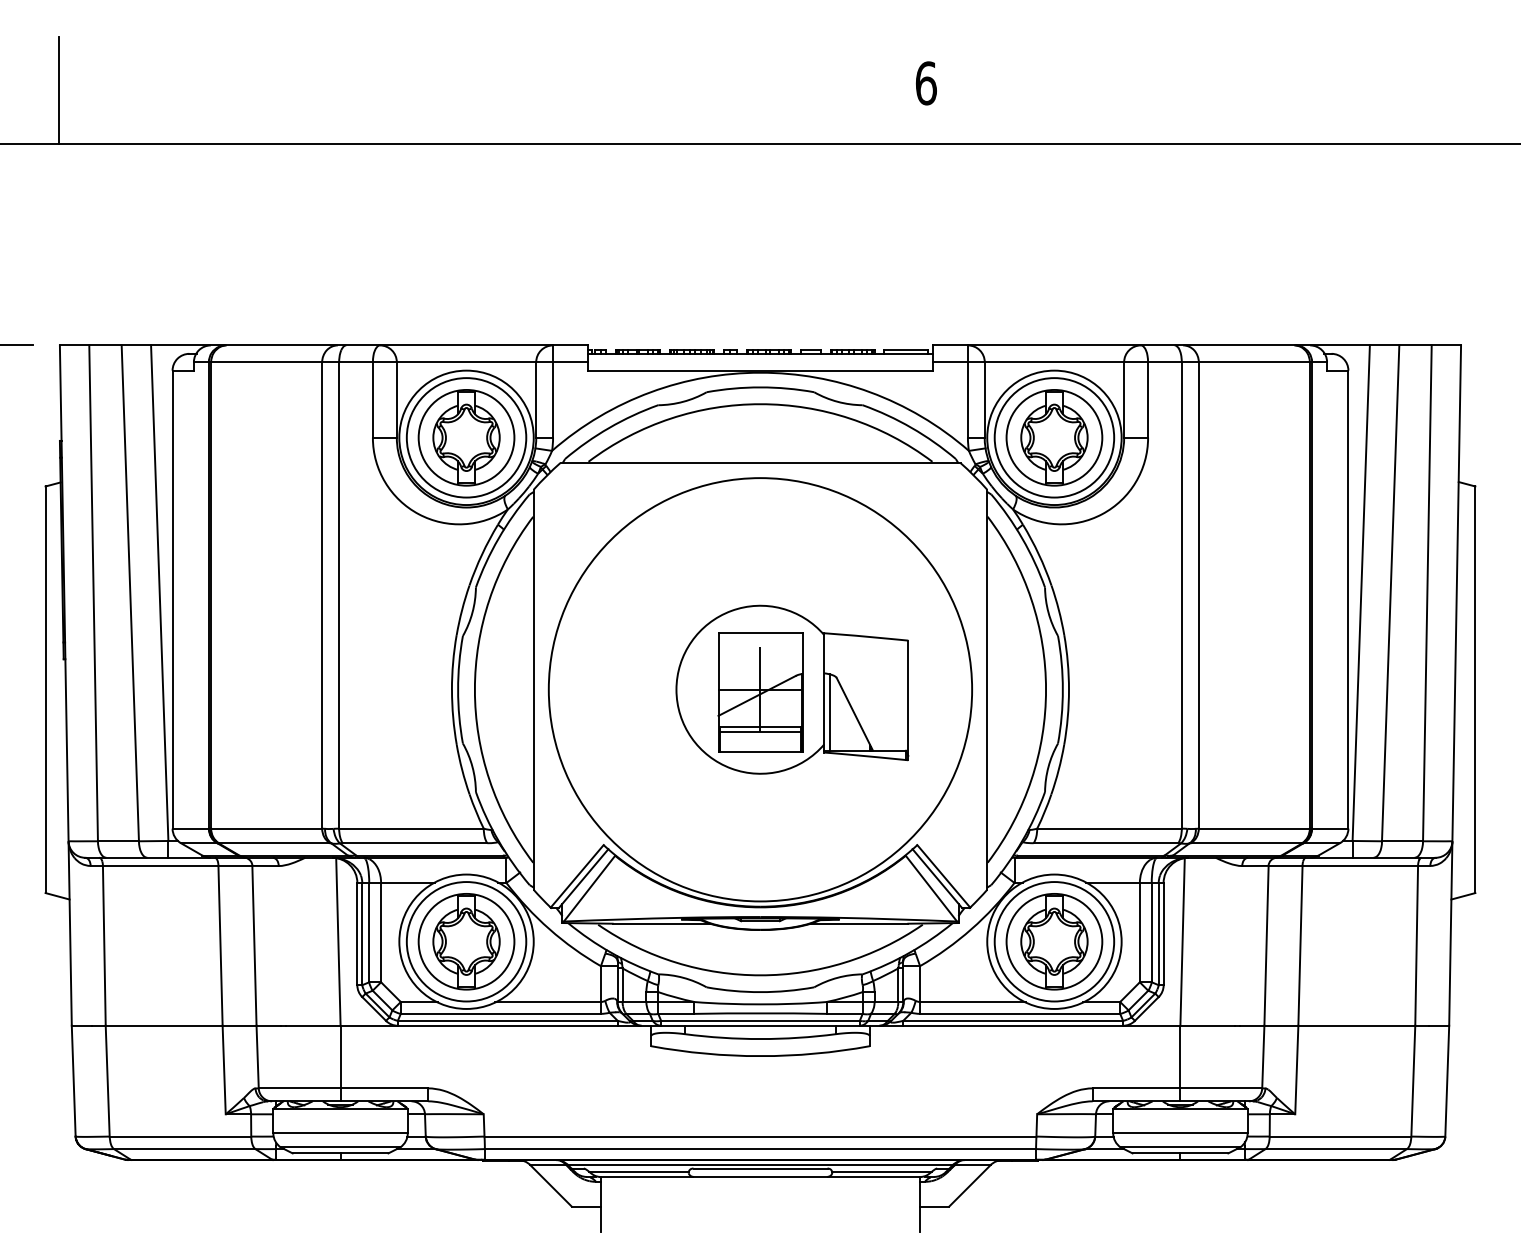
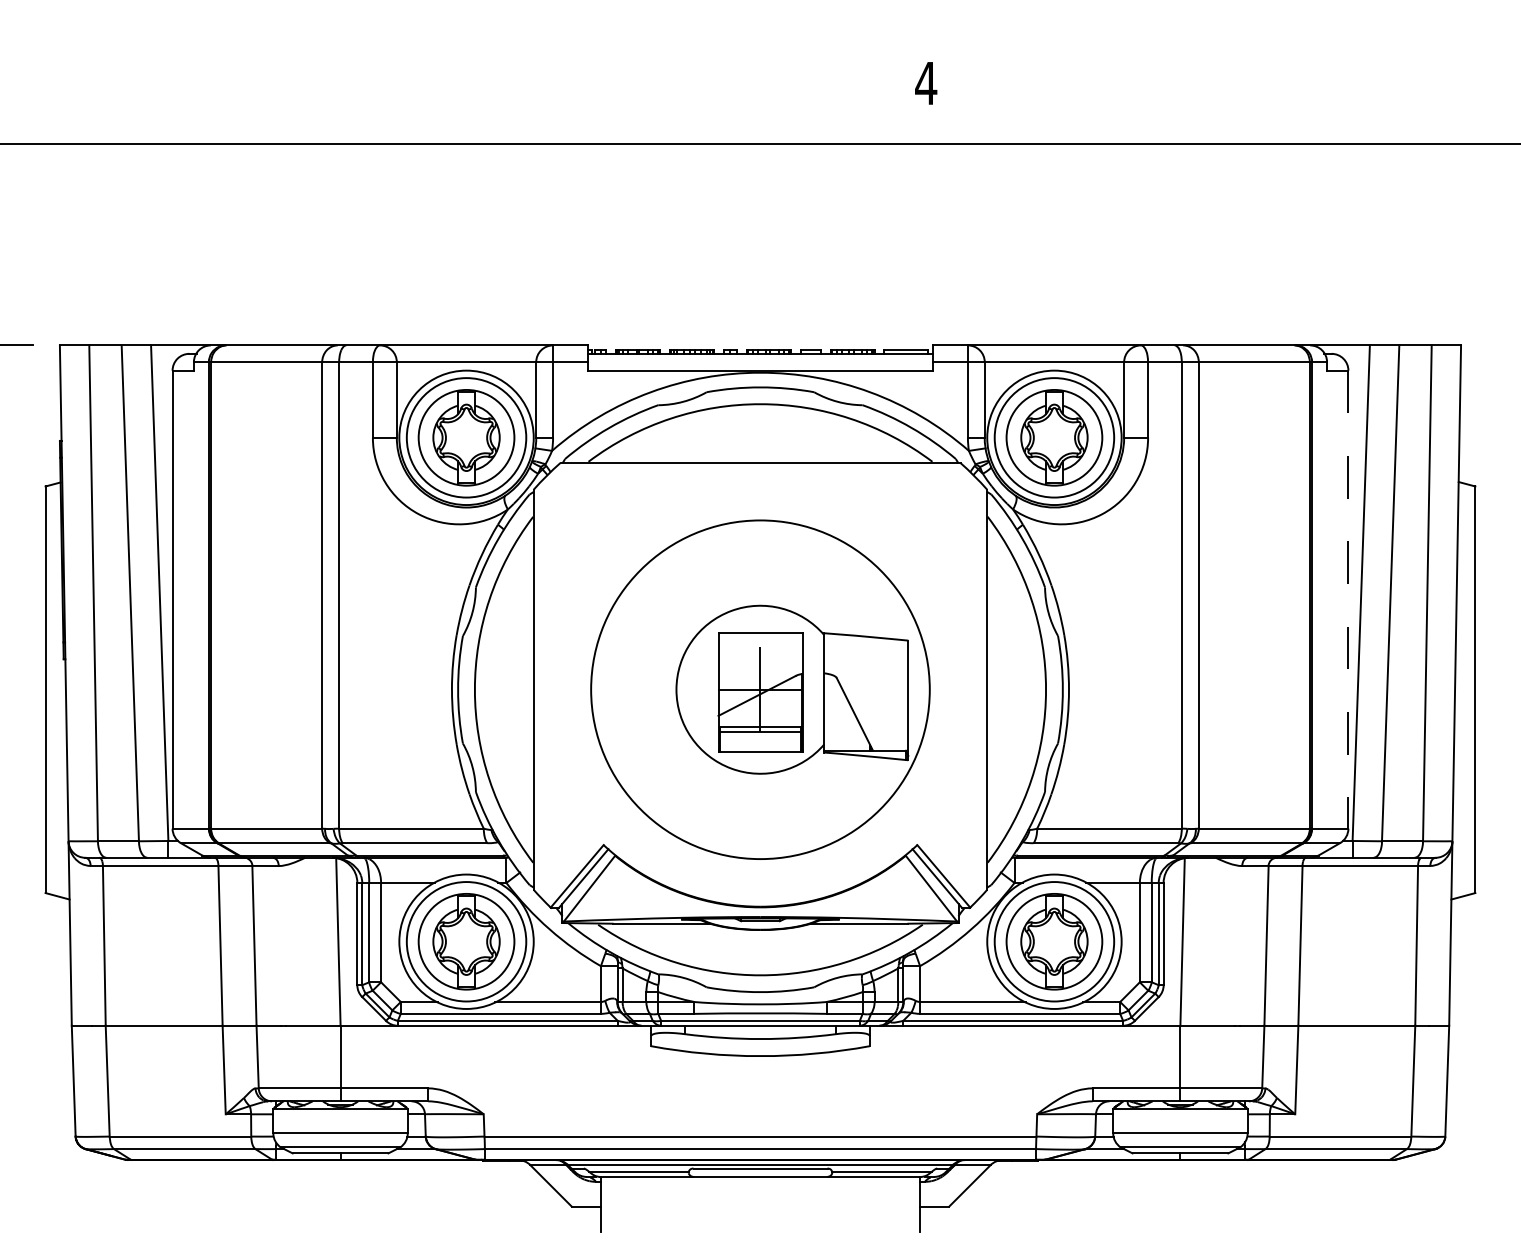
text at (926, 83): 6 -> 4
line at (58, 90): present -> none
line at (1348, 600): solid -> dashed
circle at (760, 689) diameter: 423 px -> 339 px
line at (830, 712): present -> none
